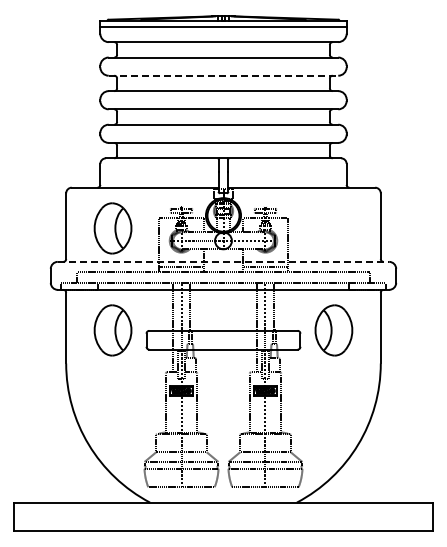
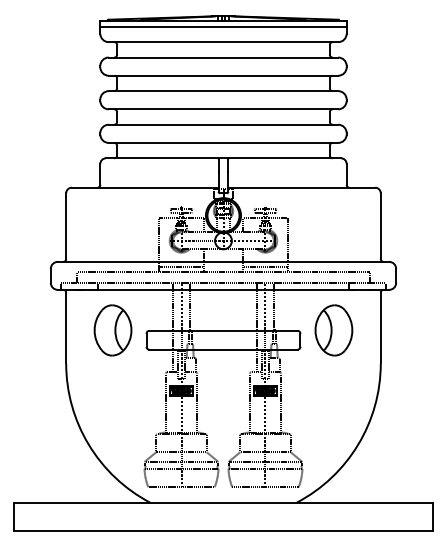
line at (223, 75): dashed -> solid
part at (112, 228): present -> none
line at (223, 261): dashed -> solid
